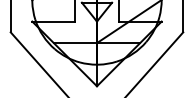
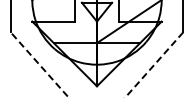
line at (39, 64): solid -> dashed
line at (154, 65): solid -> dashed
